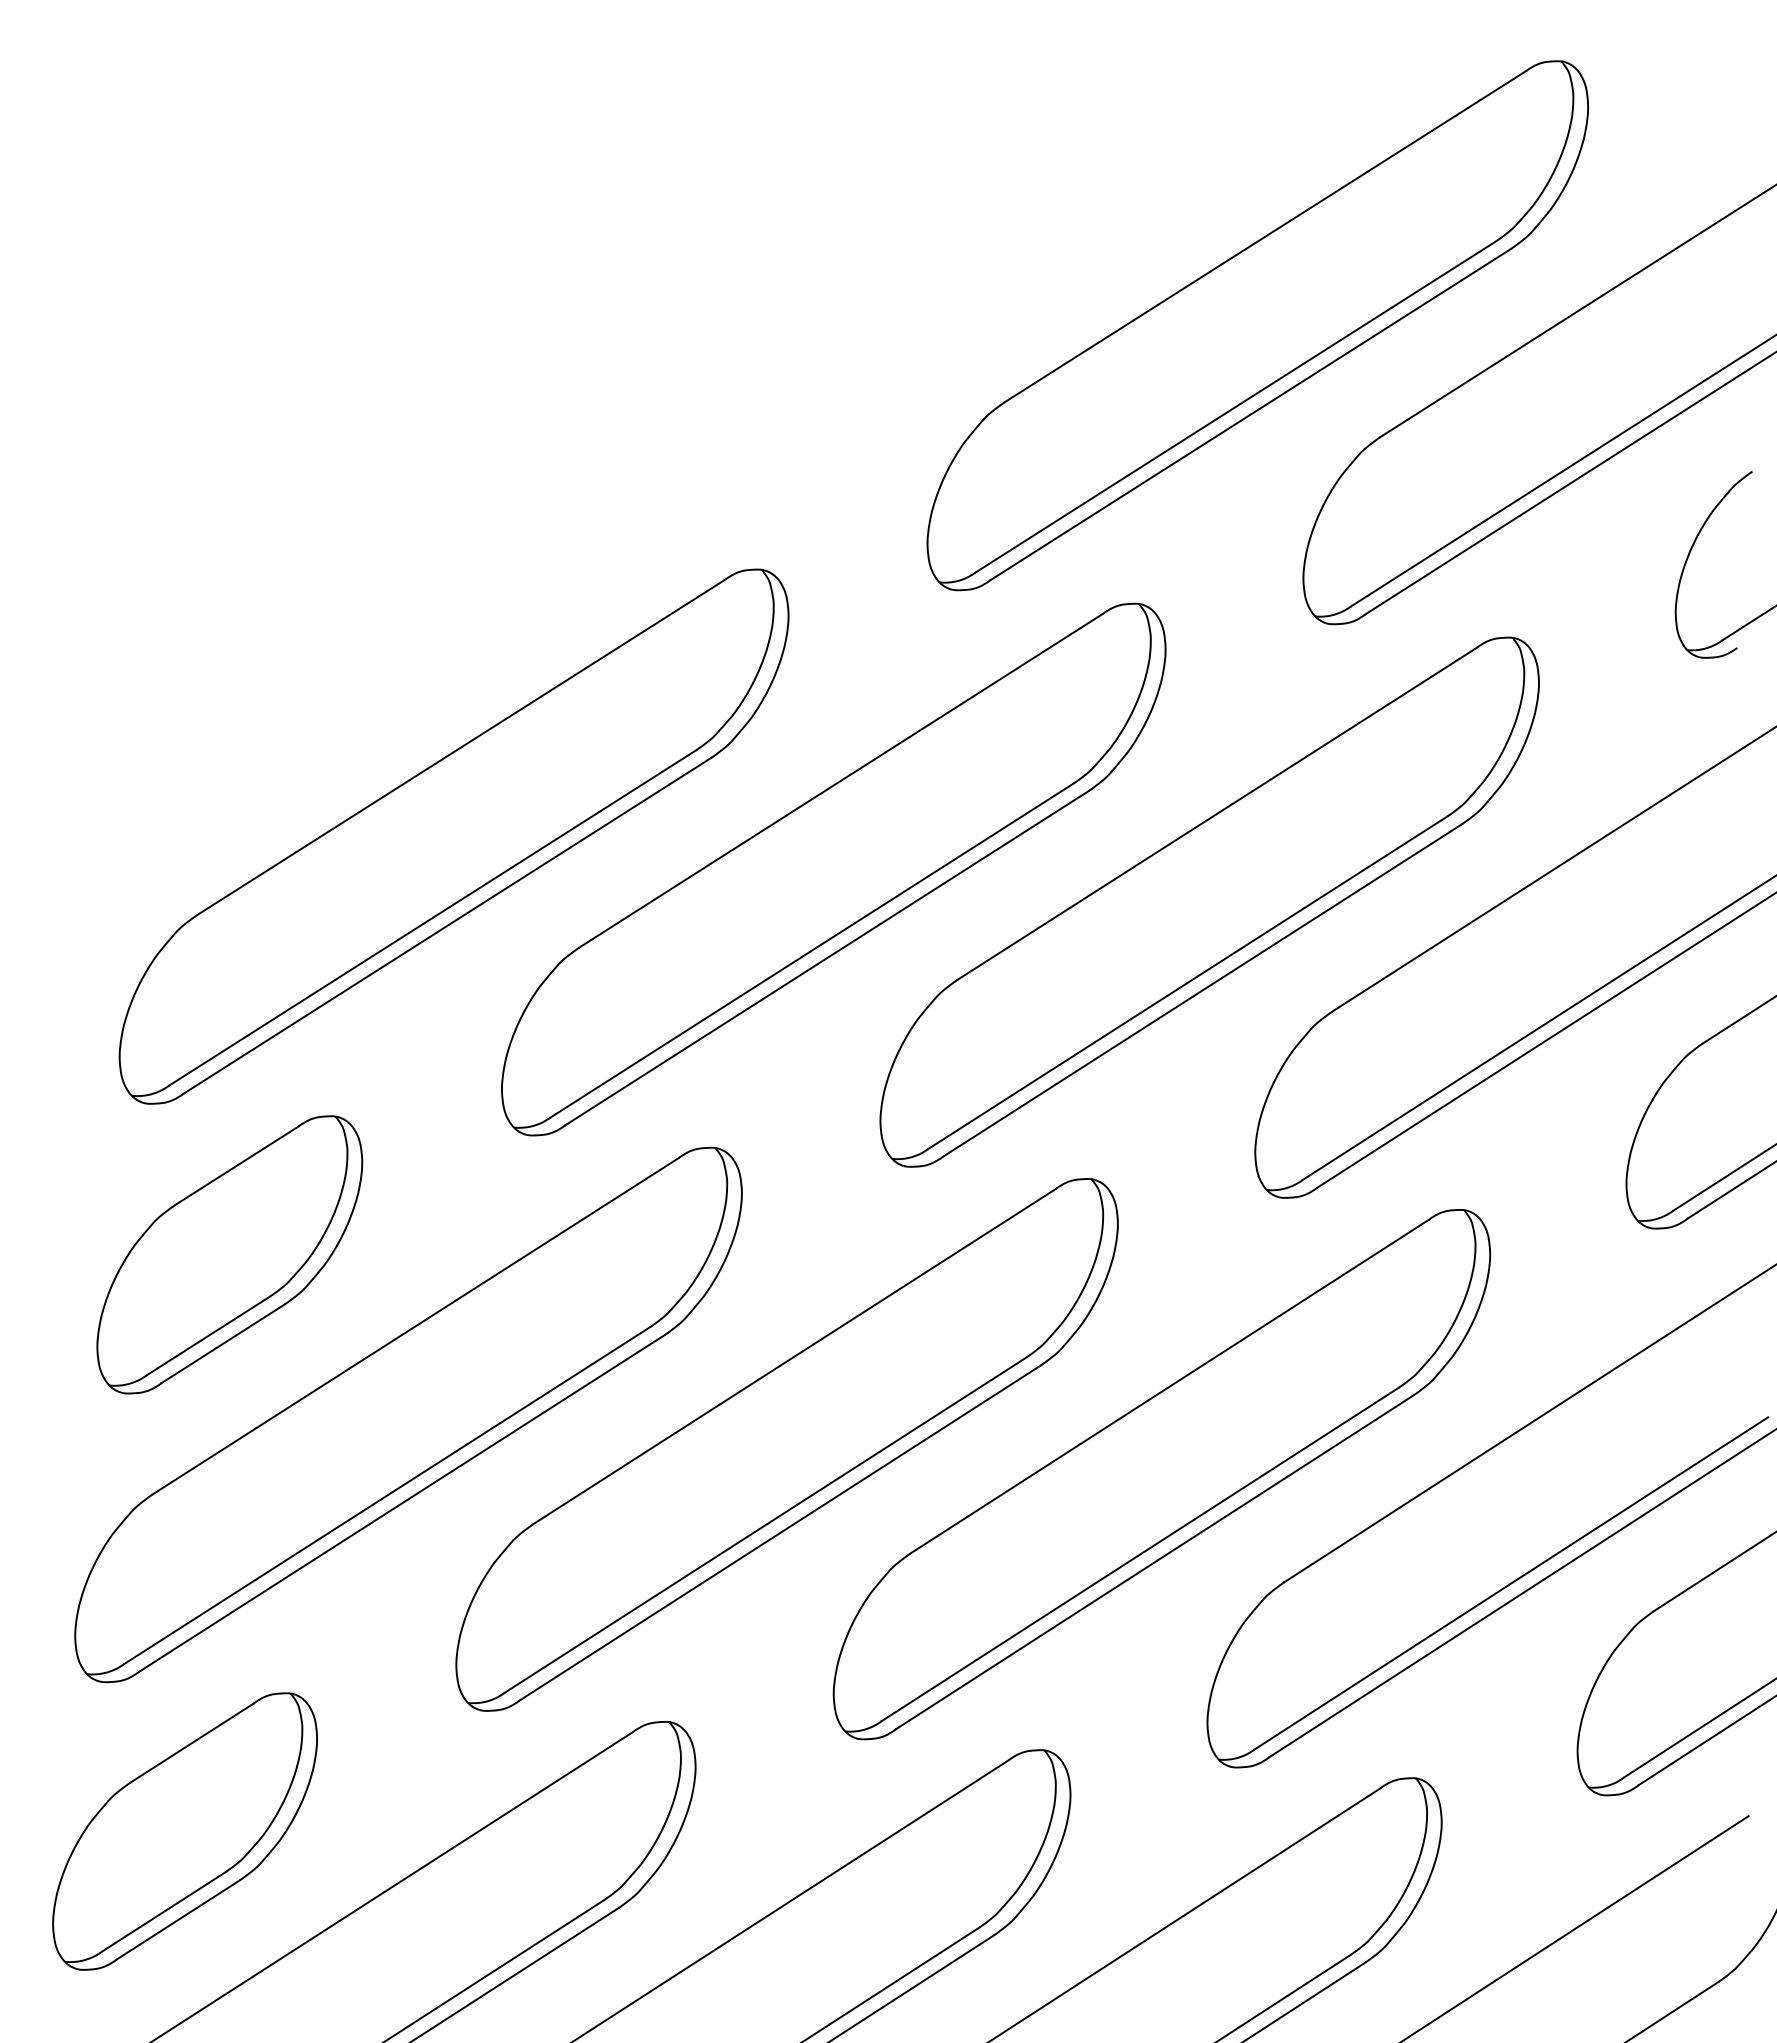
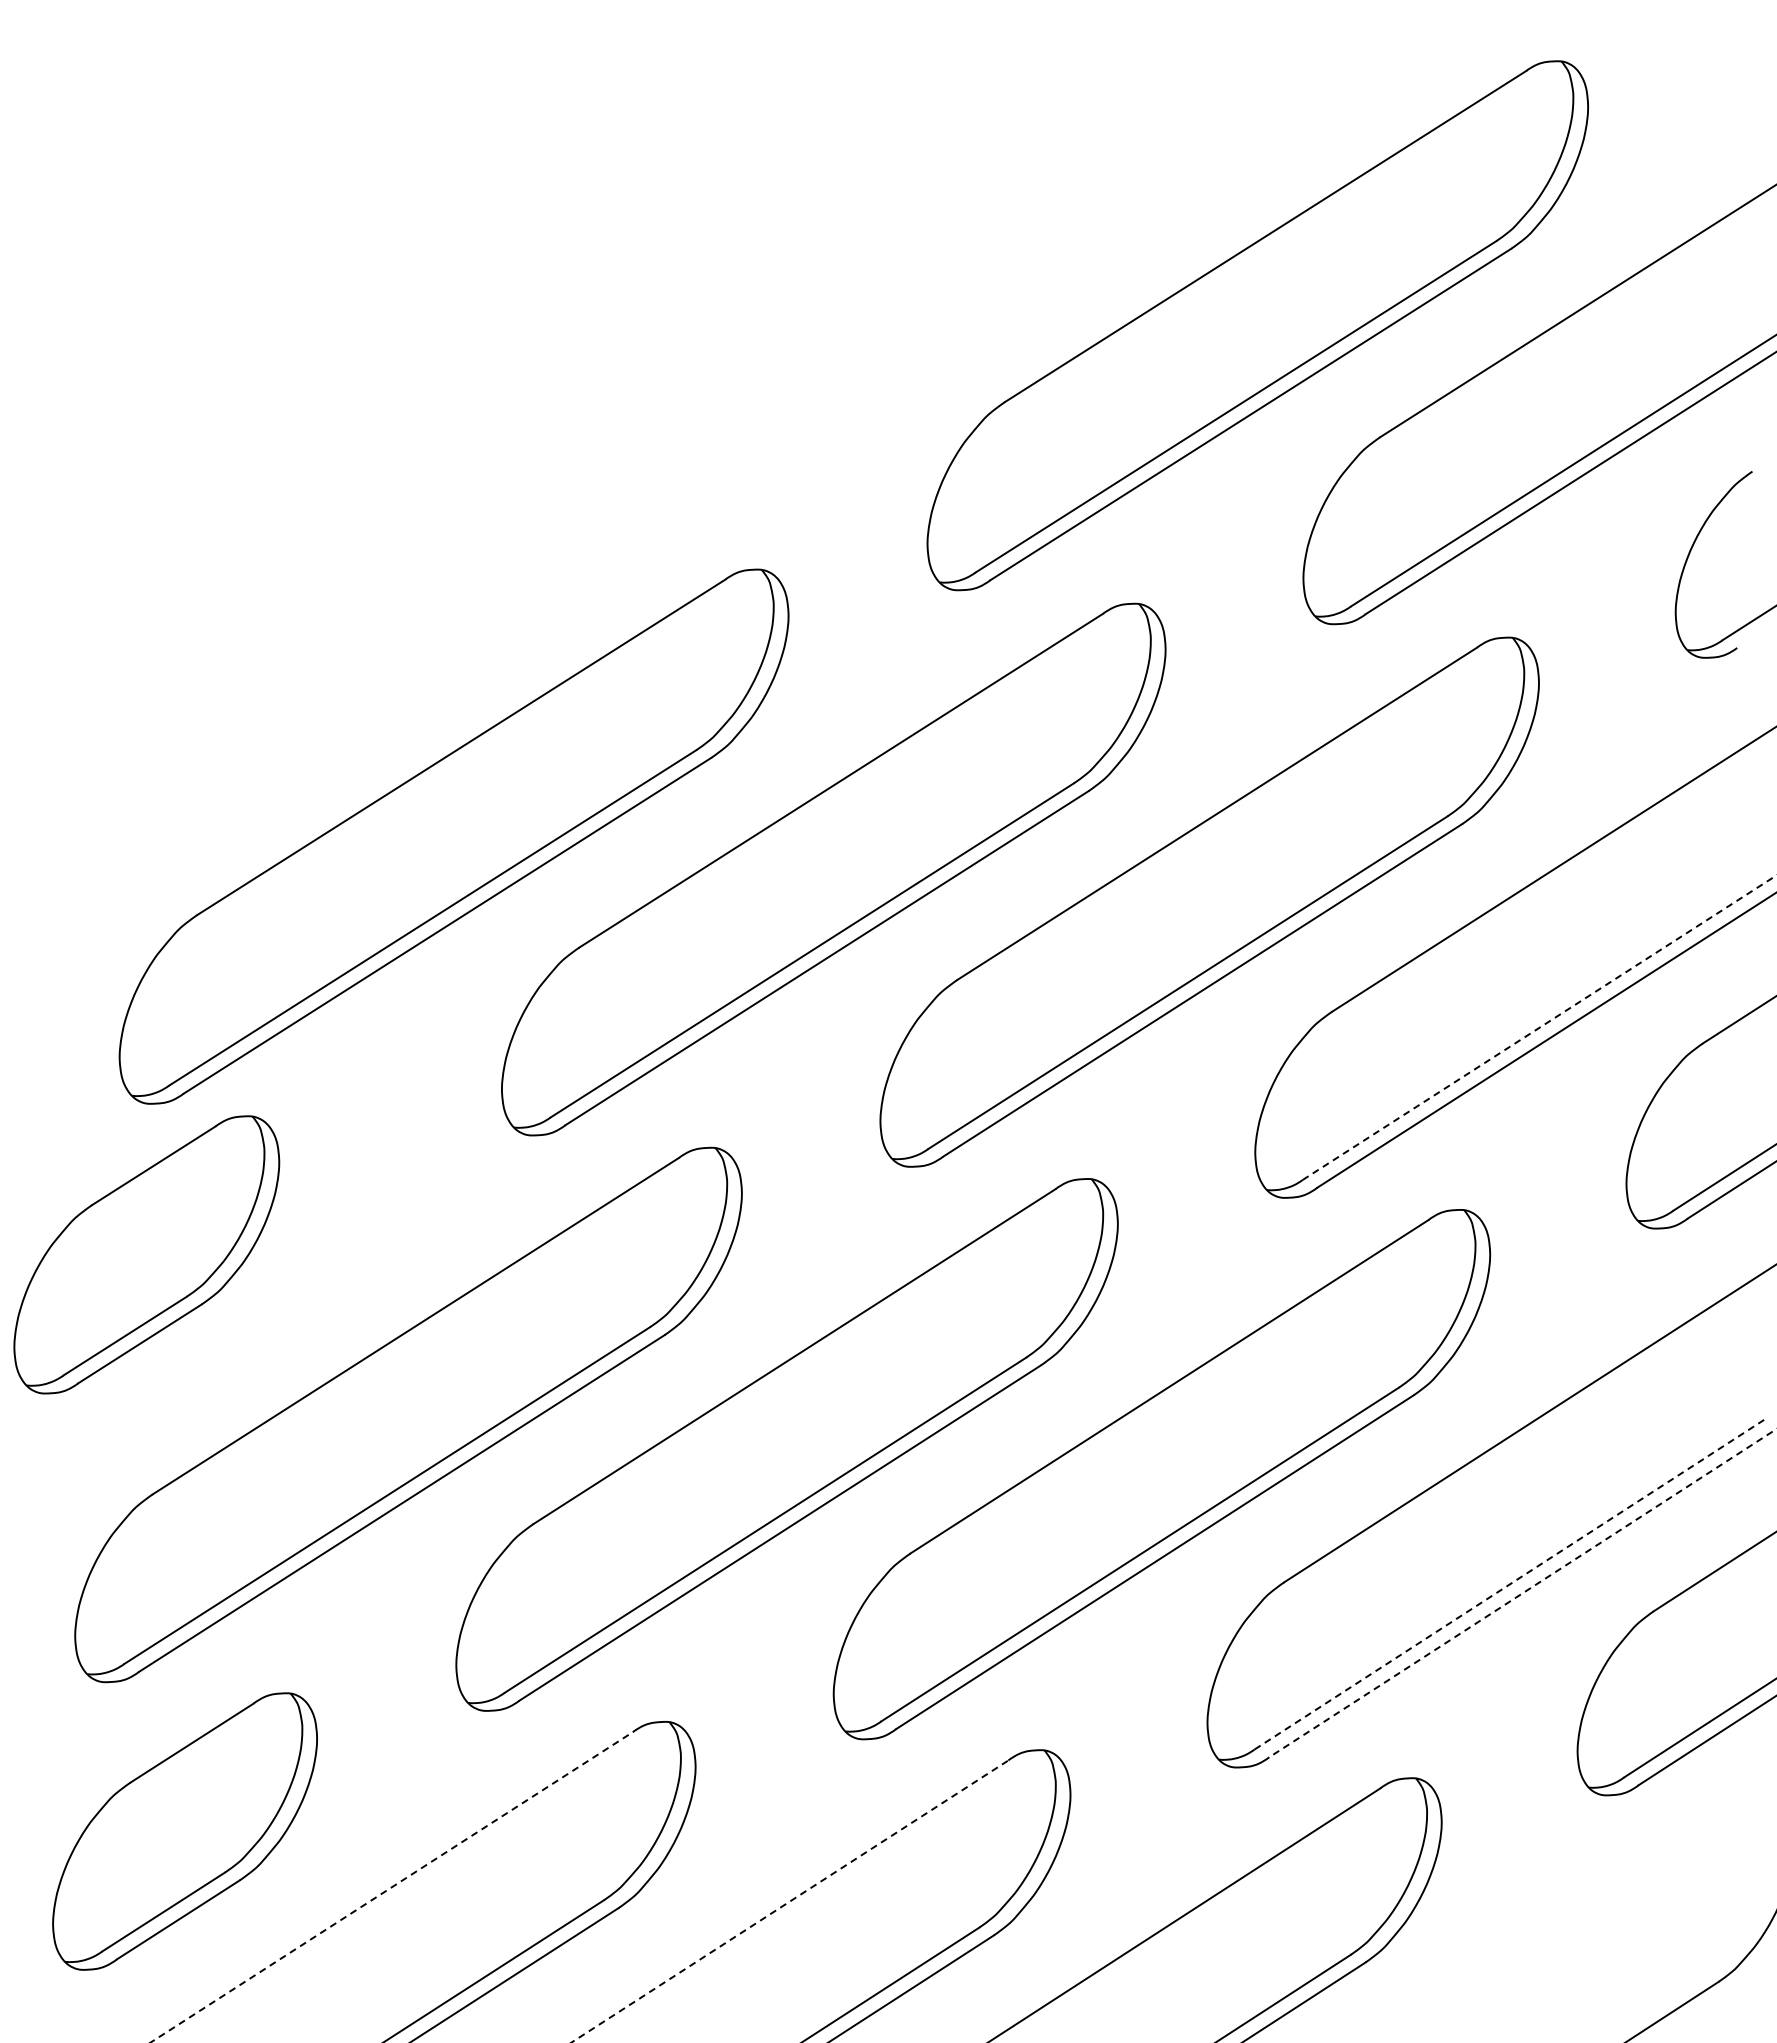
line at (1539, 1027): solid -> dashed
part at (229, 1254) position: (229, 1254) -> (146, 1254)
line at (1511, 1583): solid -> dashed
line at (1522, 1593): solid -> dashed
line at (391, 1887): solid -> dashed
line at (790, 1901): solid -> dashed
line at (1576, 1927): present -> none
